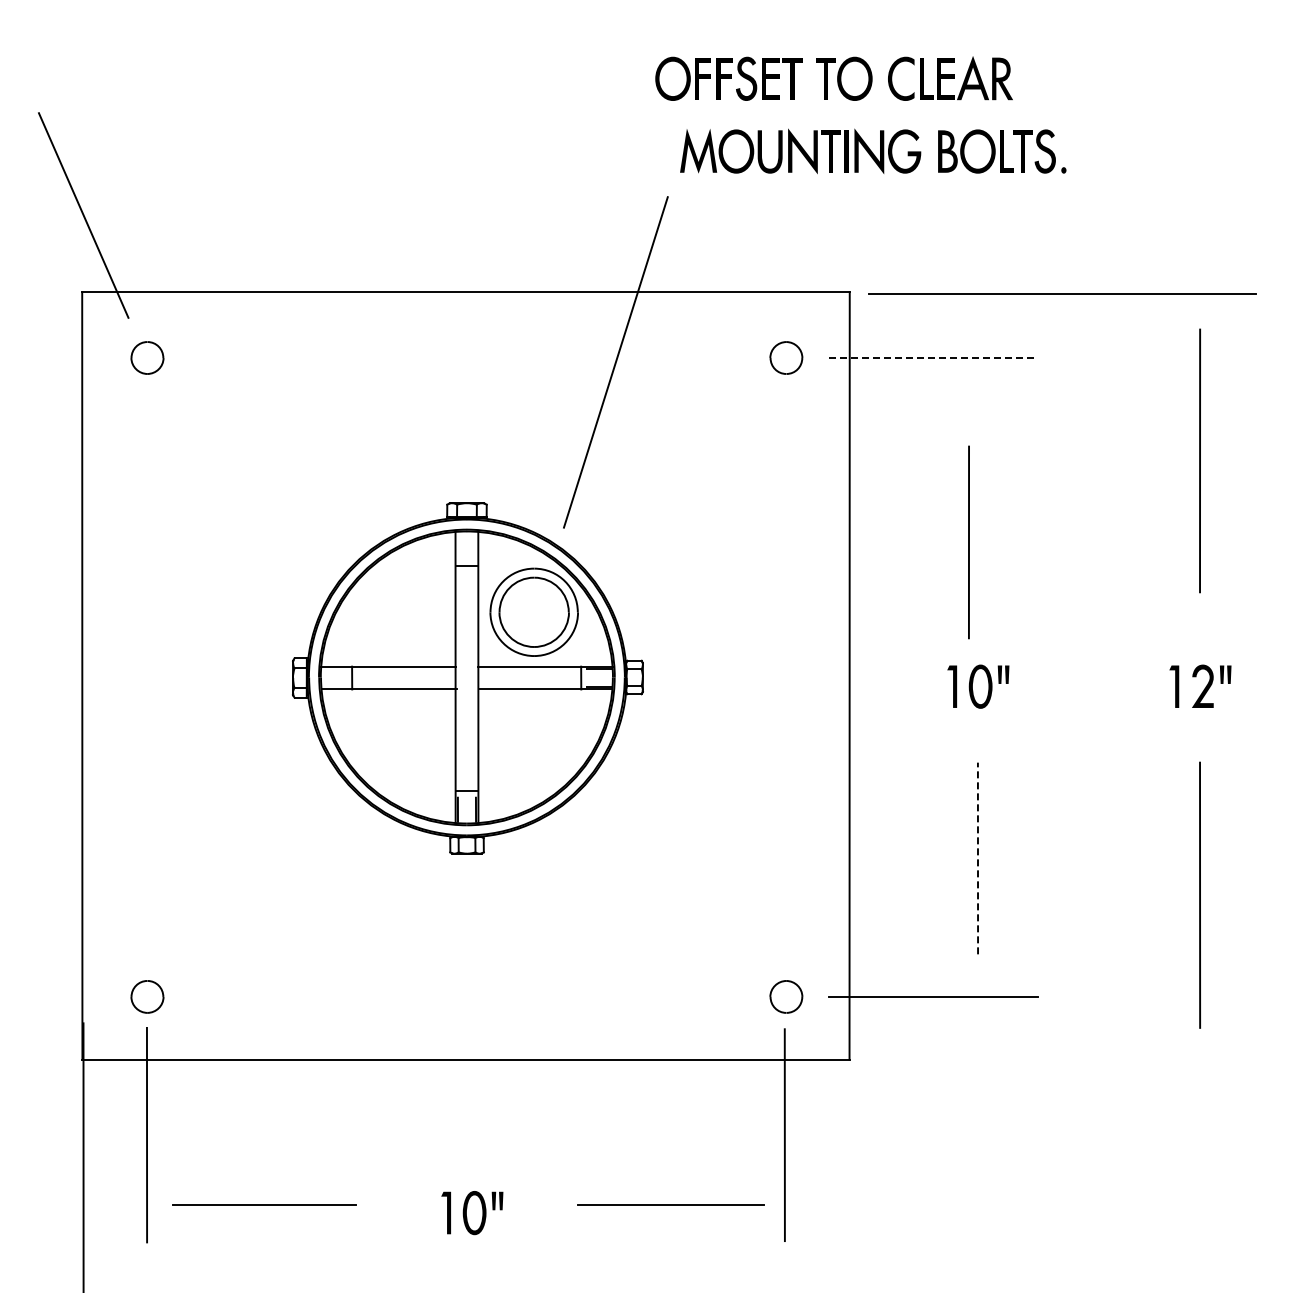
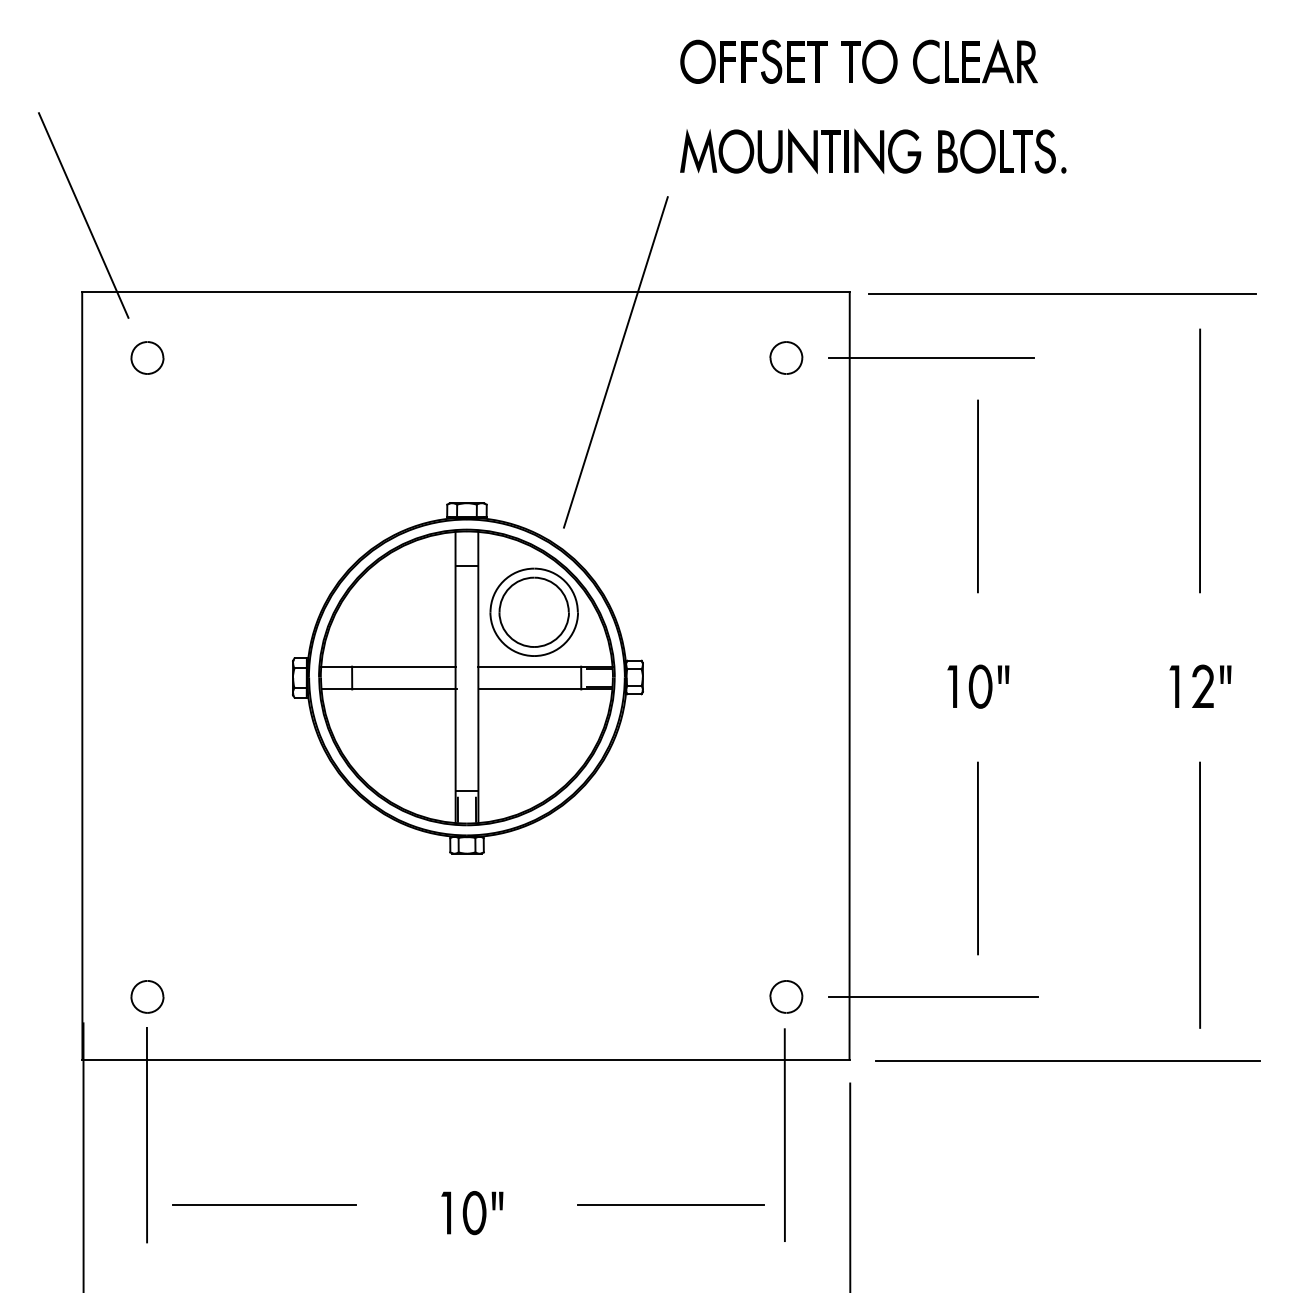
part at (833, 78) position: (833, 78) -> (858, 61)
line at (931, 358): dashed -> solid
line at (968, 542) position: (968, 542) -> (977, 496)
line at (977, 858): dashed -> solid
line at (1068, 1060): none -> present
line at (850, 1186): none -> present
